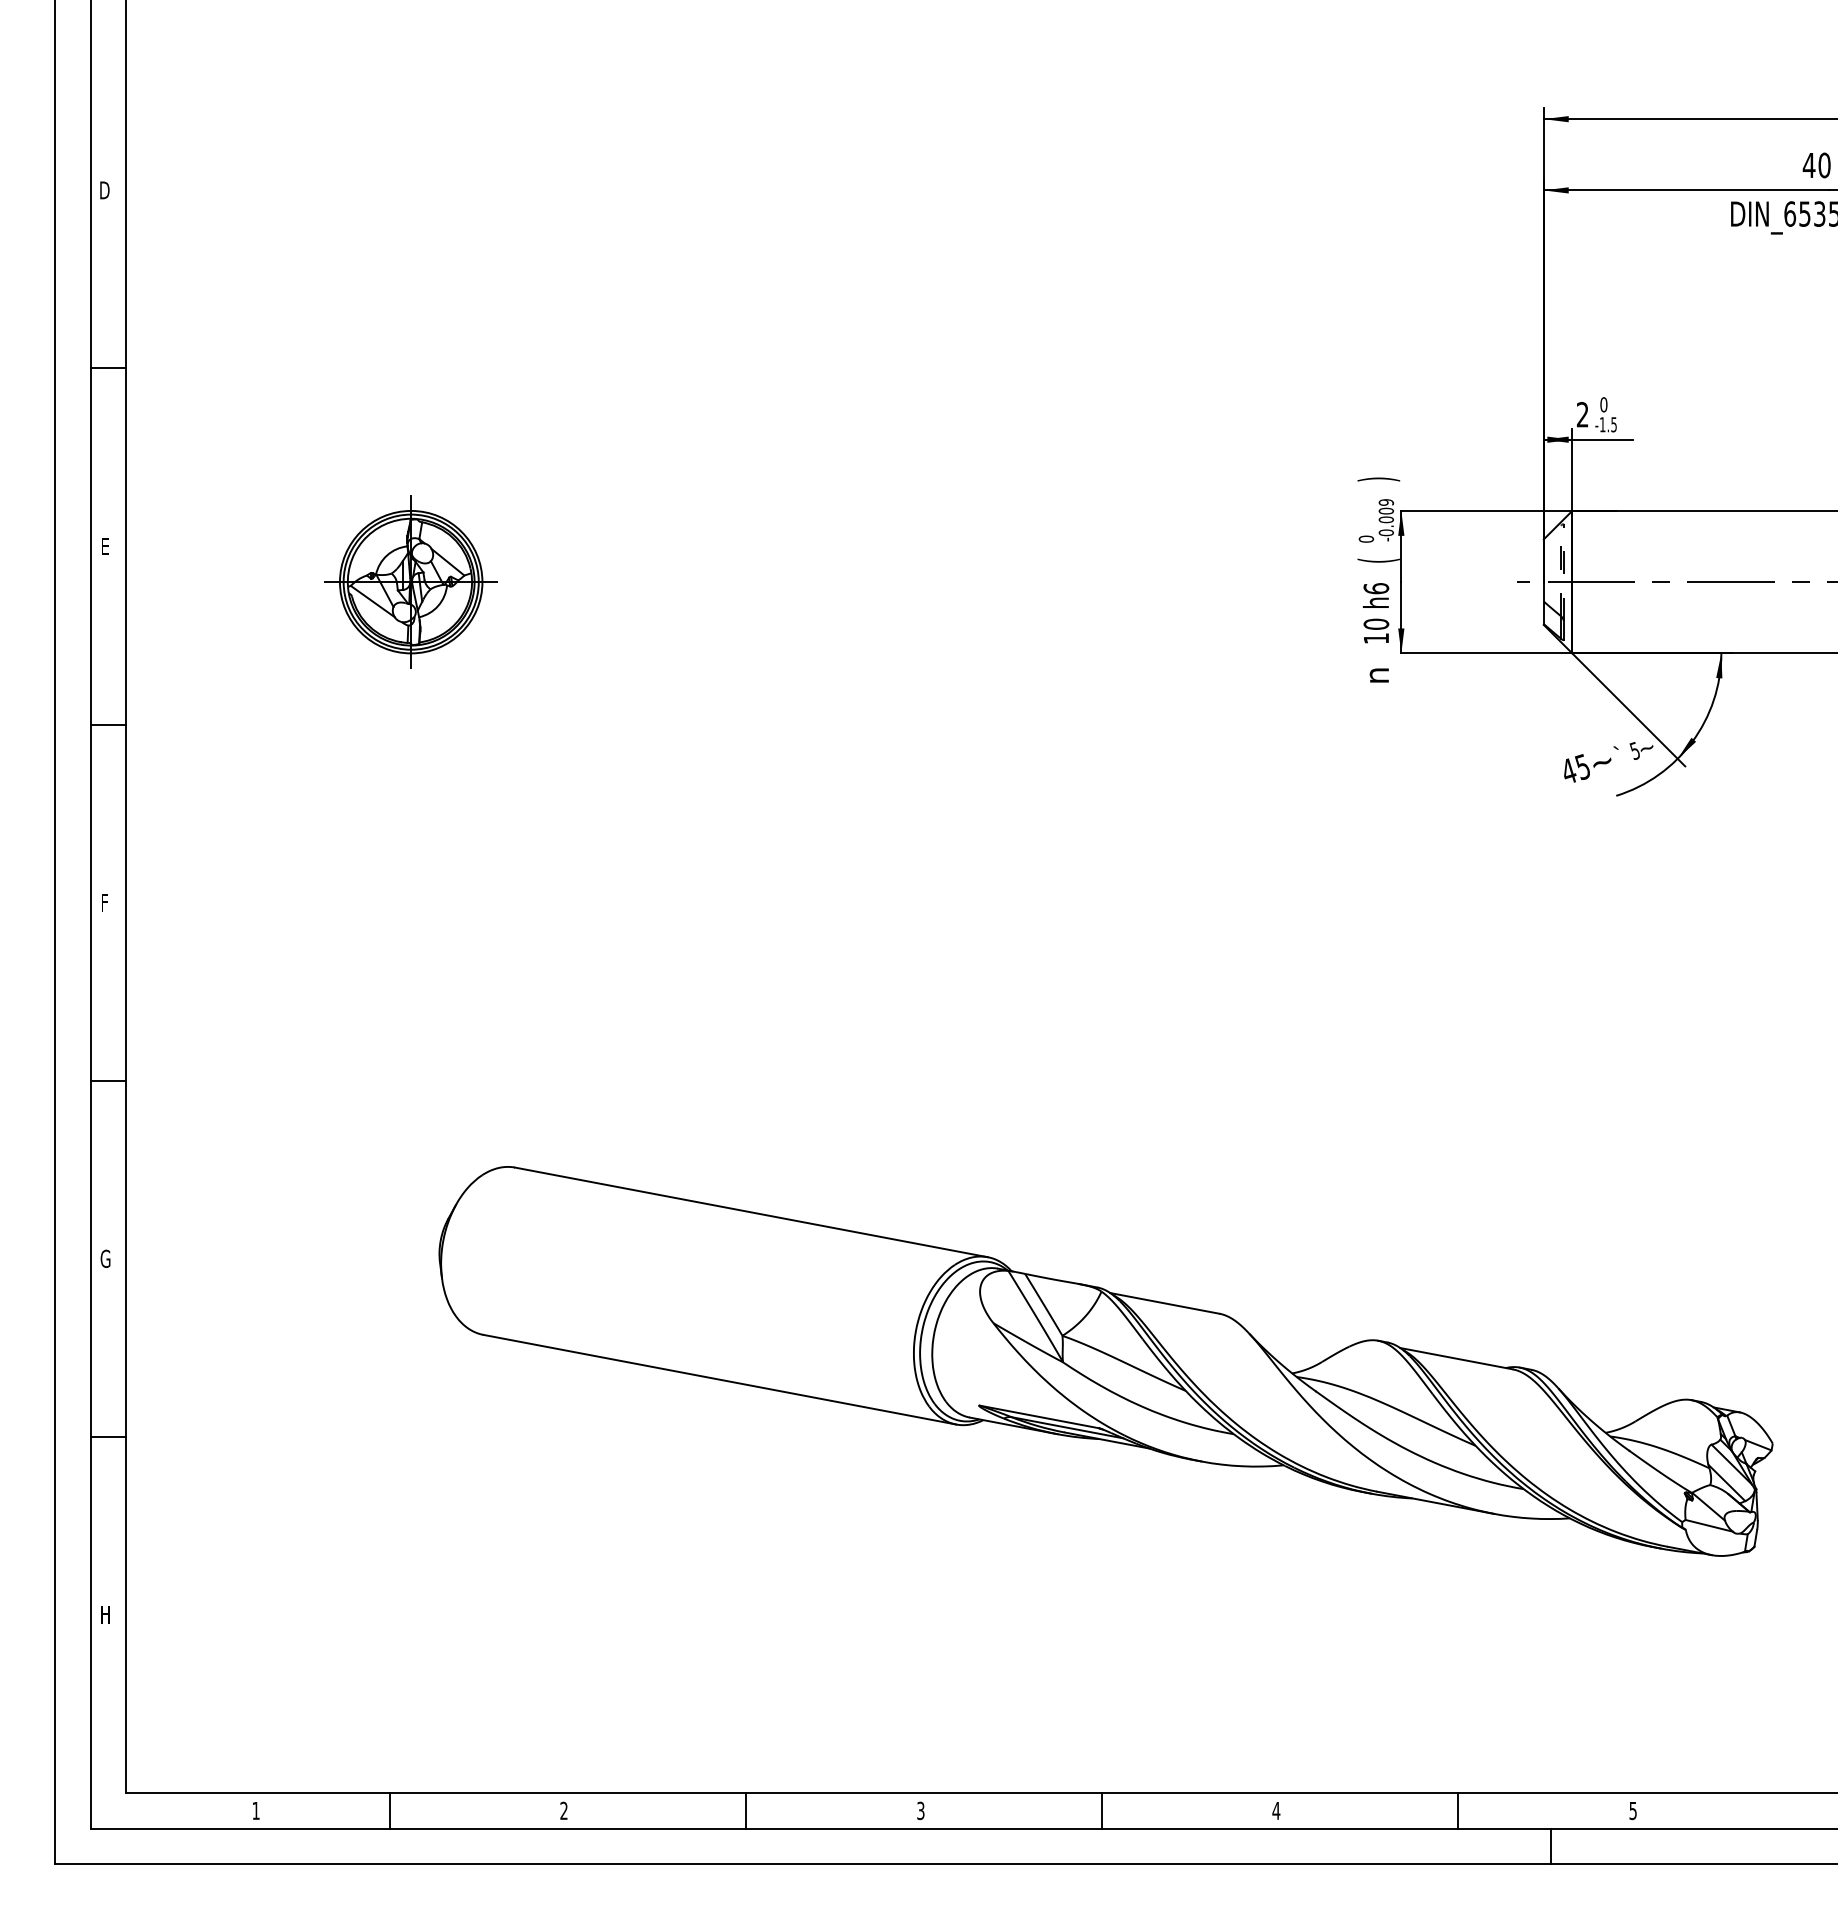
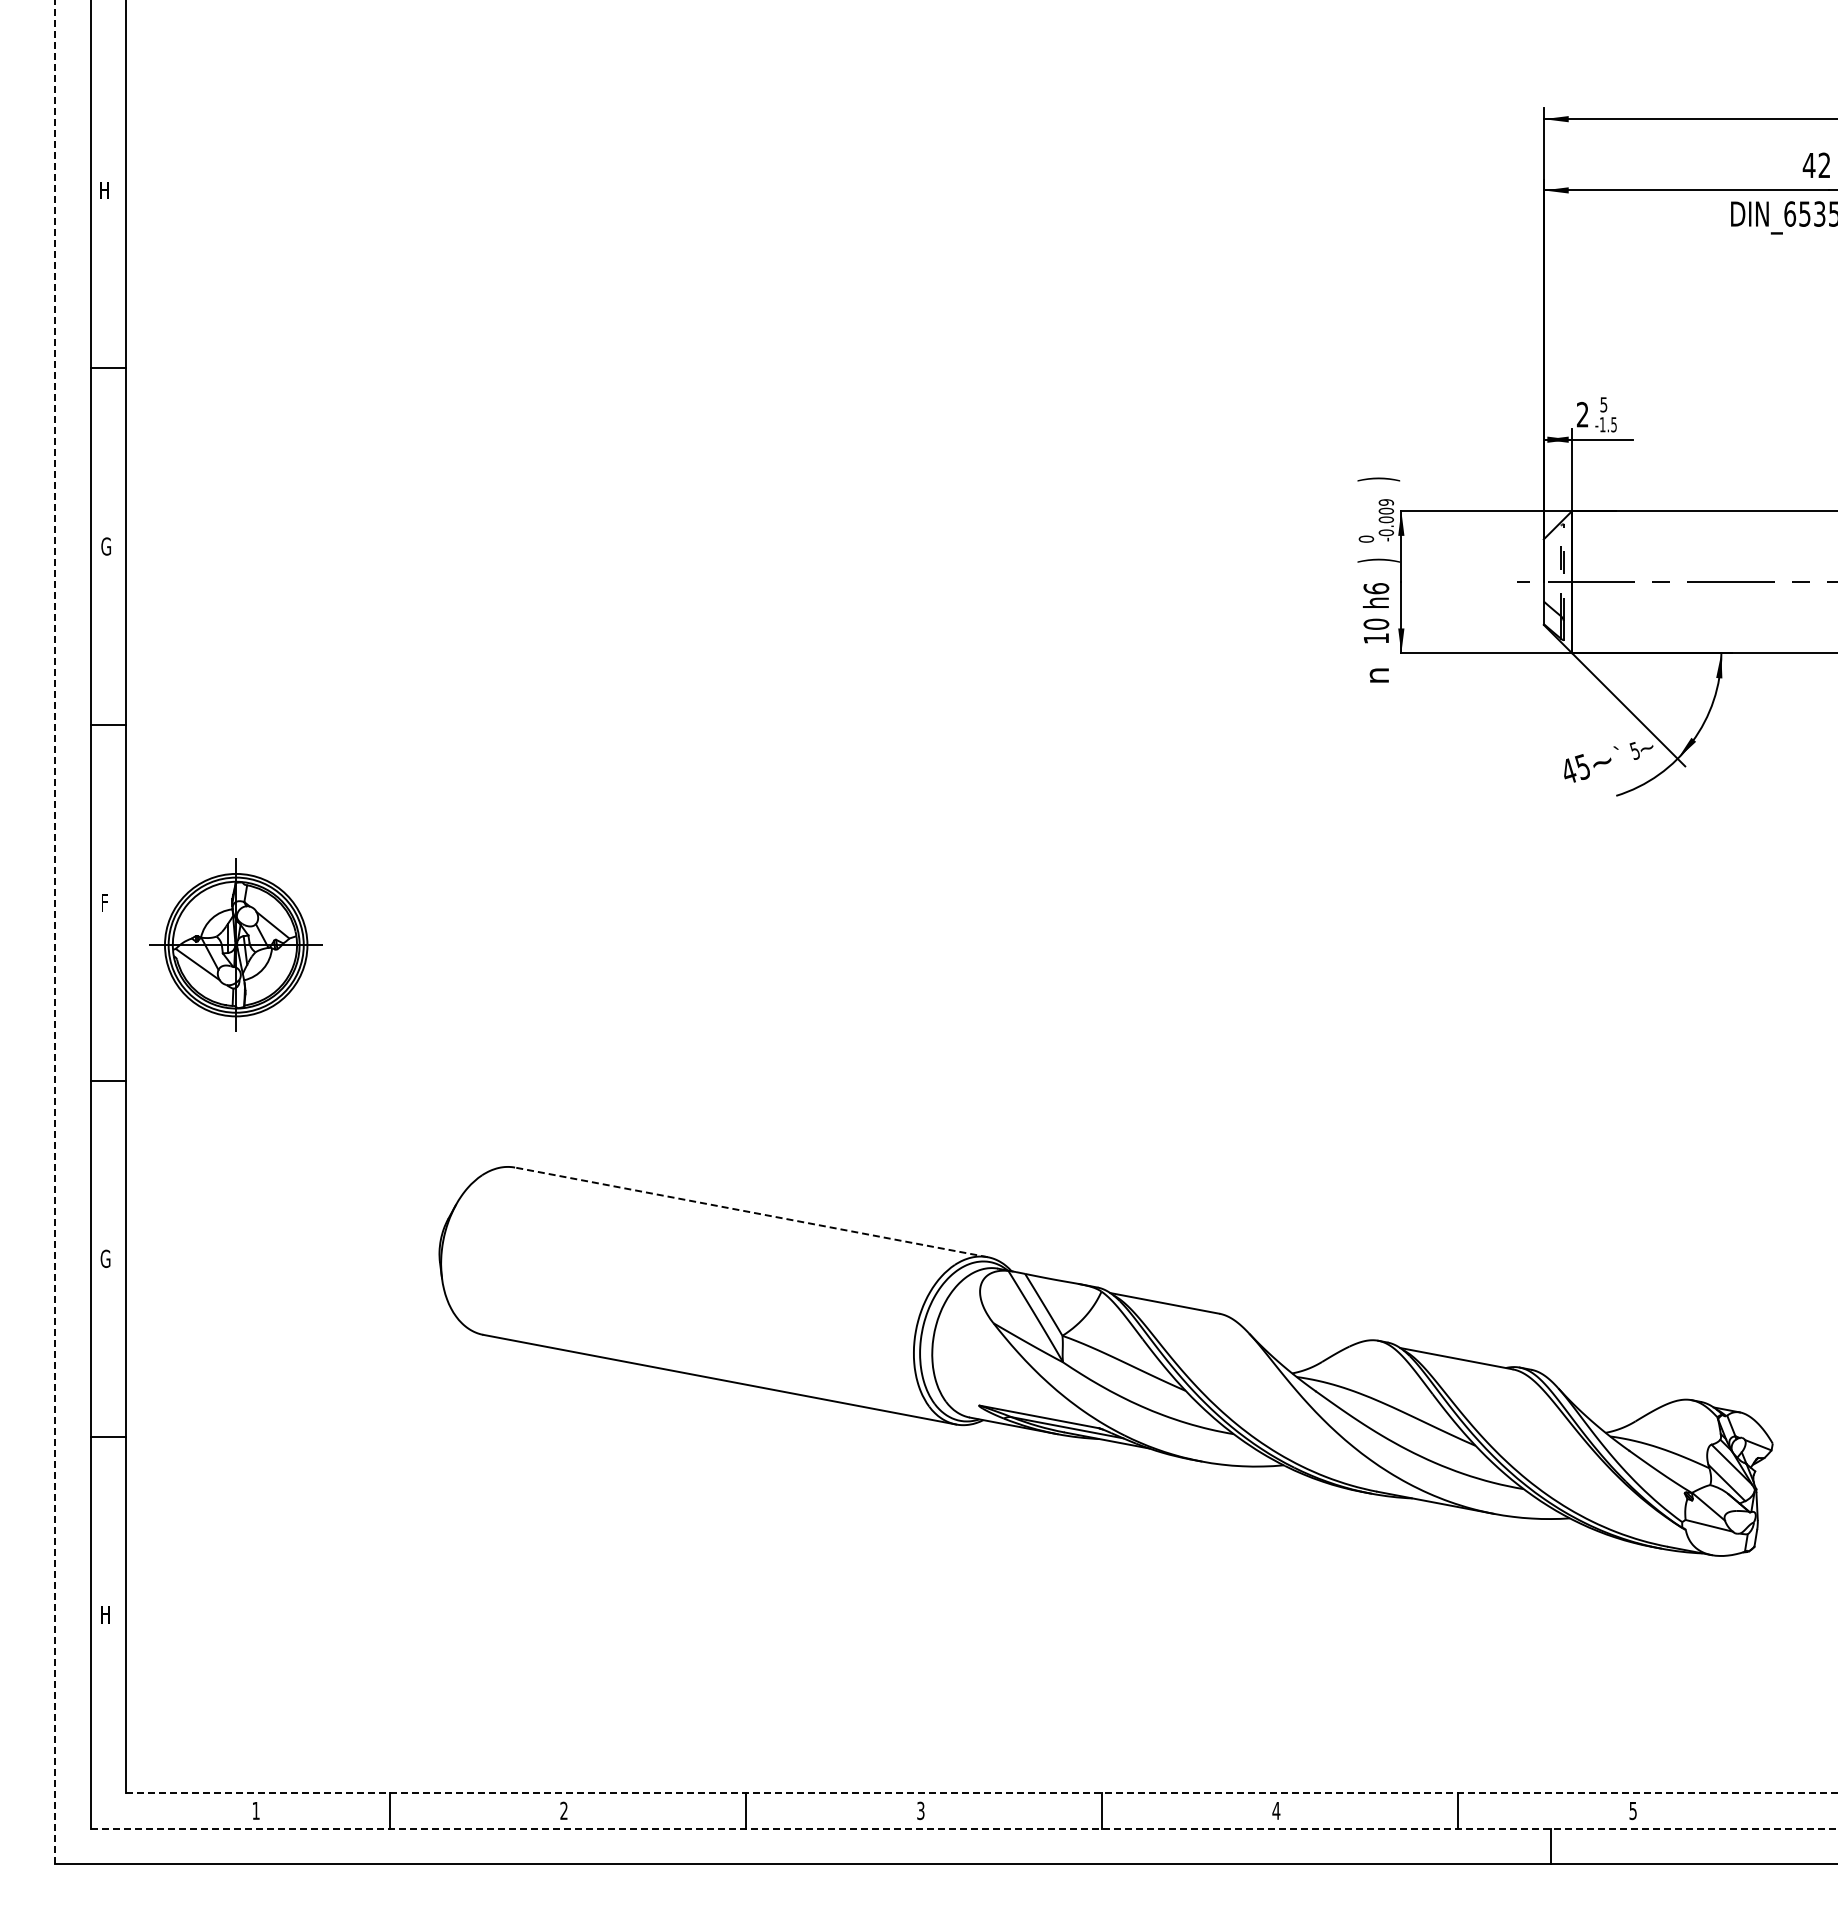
text at (1824, 165): 40 -> 42
text at (104, 190): D -> H
text at (1603, 404): 0 -> 5
text at (105, 546): E -> G
text at (1378, 560): ( -> )
part at (410, 581) position: (410, 581) -> (235, 944)
line at (55, 932): solid -> dashed
line at (751, 1212): solid -> dashed
line at (982, 1793): solid -> dashed
line at (964, 1828): solid -> dashed
